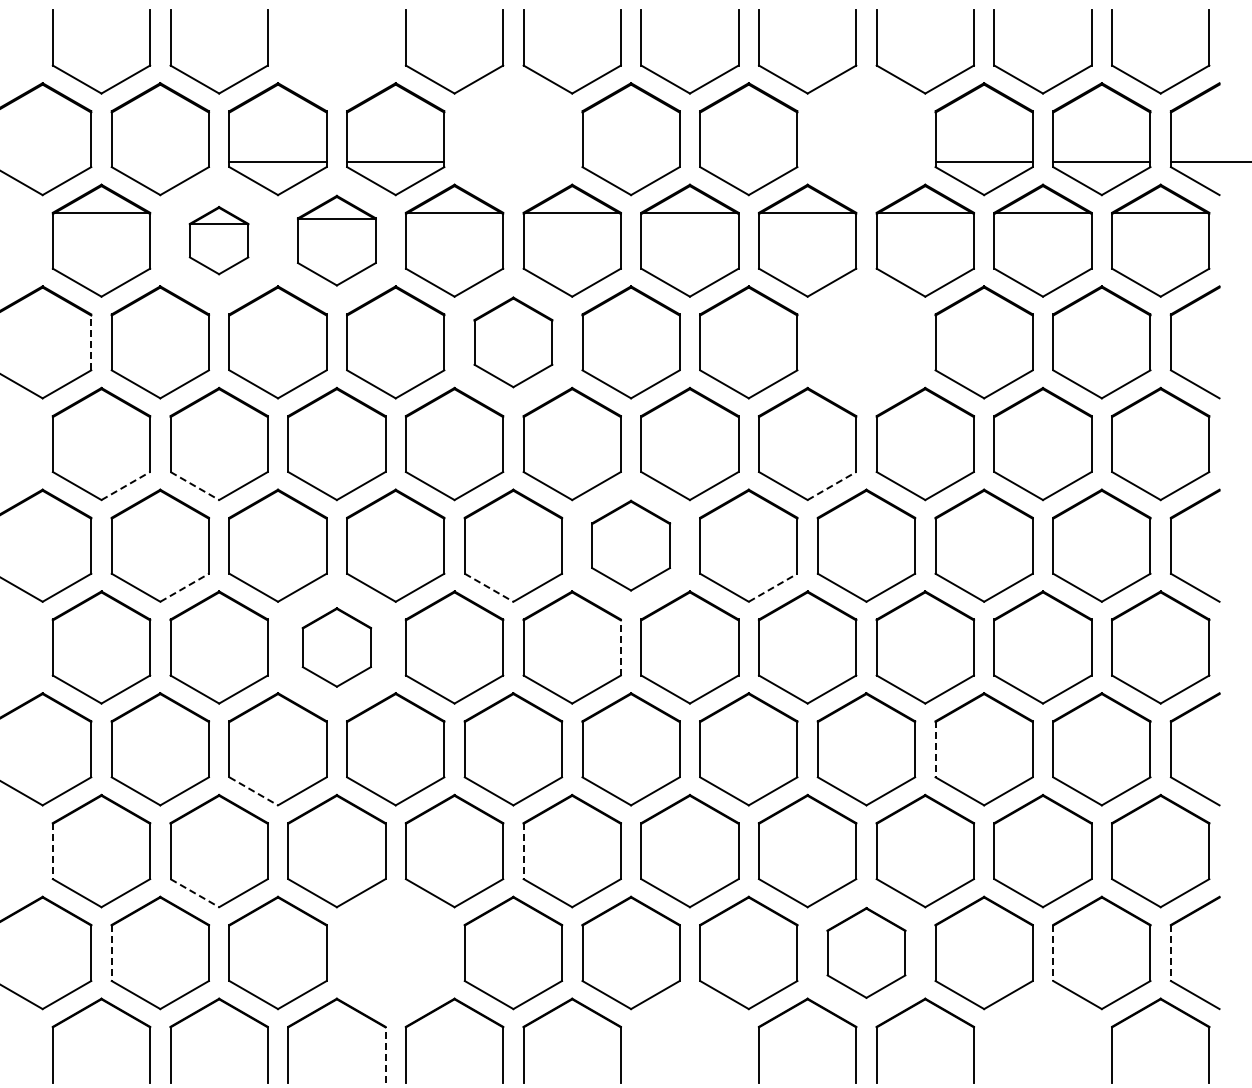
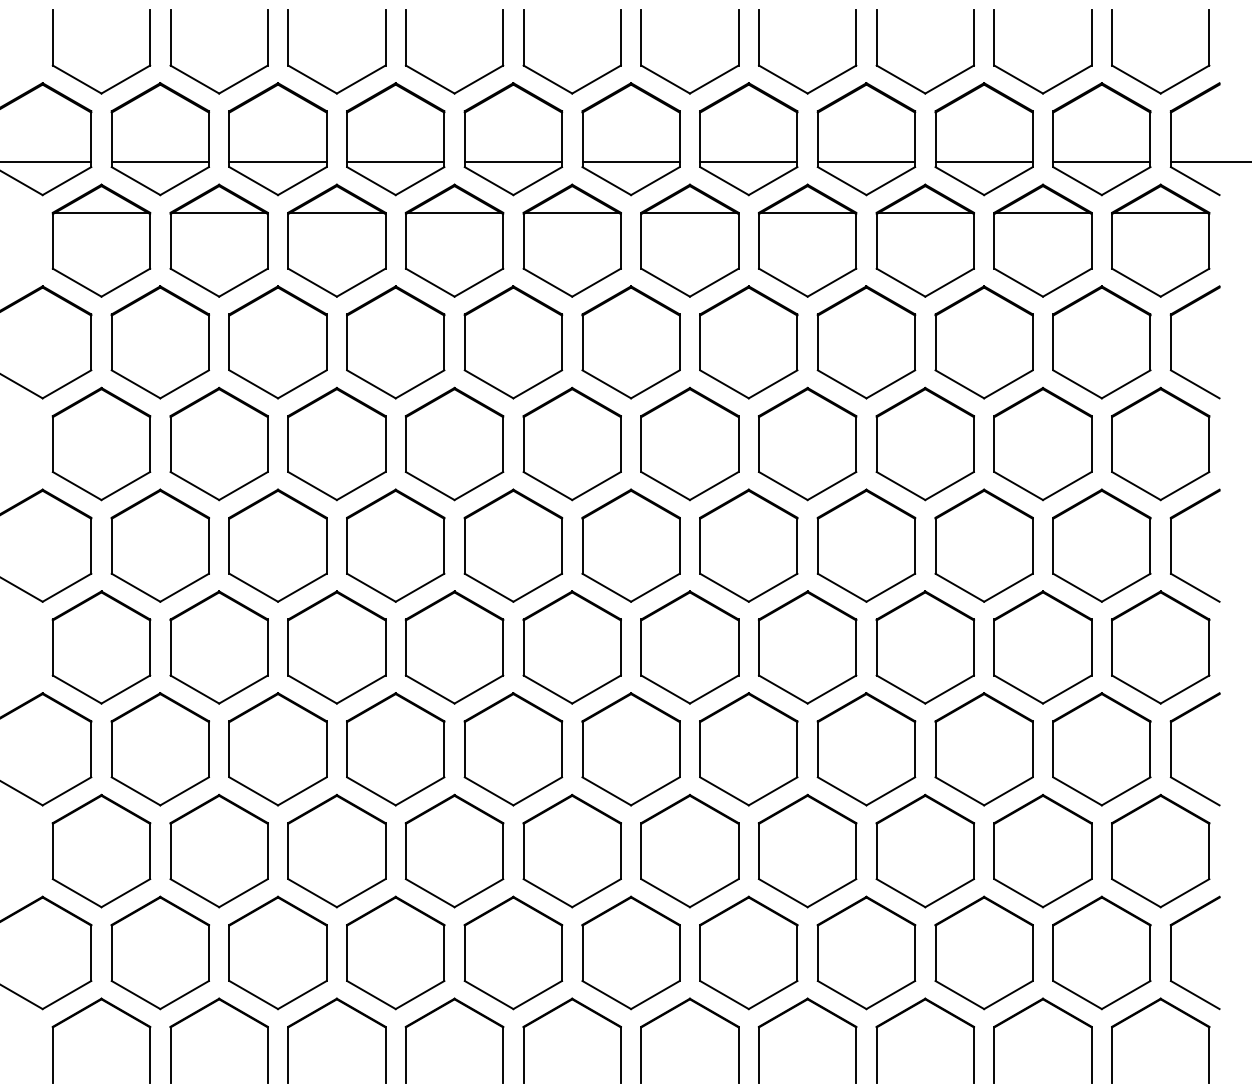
part at (318, 81): none -> present
part at (513, 139): none -> present
part at (866, 139): none -> present
line at (46, 162): none -> present
line at (159, 162): none -> present
line at (630, 162): none -> present
line at (748, 162): none -> present
part at (218, 240) size: 62x70 px -> 100x115 px
part at (336, 240) size: 80x93 px -> 100x115 px
line at (91, 342): dashed -> solid
part at (513, 342) size: 81x93 px -> 101x115 px
part at (866, 342): none -> present
line at (126, 485): dashed -> solid
line at (832, 485): dashed -> solid
line at (195, 486): dashed -> solid
part at (631, 545) size: 81x93 px -> 100x115 px
line at (185, 587): dashed -> solid
line at (773, 587): dashed -> solid
line at (489, 588): dashed -> solid
part at (336, 647) size: 71x81 px -> 100x115 px
line at (620, 647): dashed -> solid
line at (935, 749): dashed -> solid
line at (254, 791): dashed -> solid
line at (52, 851): dashed -> solid
line at (523, 851): dashed -> solid
line at (195, 893): dashed -> solid
part at (395, 952): none -> present
part at (866, 952) size: 81x92 px -> 101x116 px
line at (111, 953): dashed -> solid
line at (1053, 953): dashed -> solid
line at (1170, 953): dashed -> solid
part at (671, 1011): none -> present
part at (1024, 1011): none -> present
line at (385, 1054): dashed -> solid
